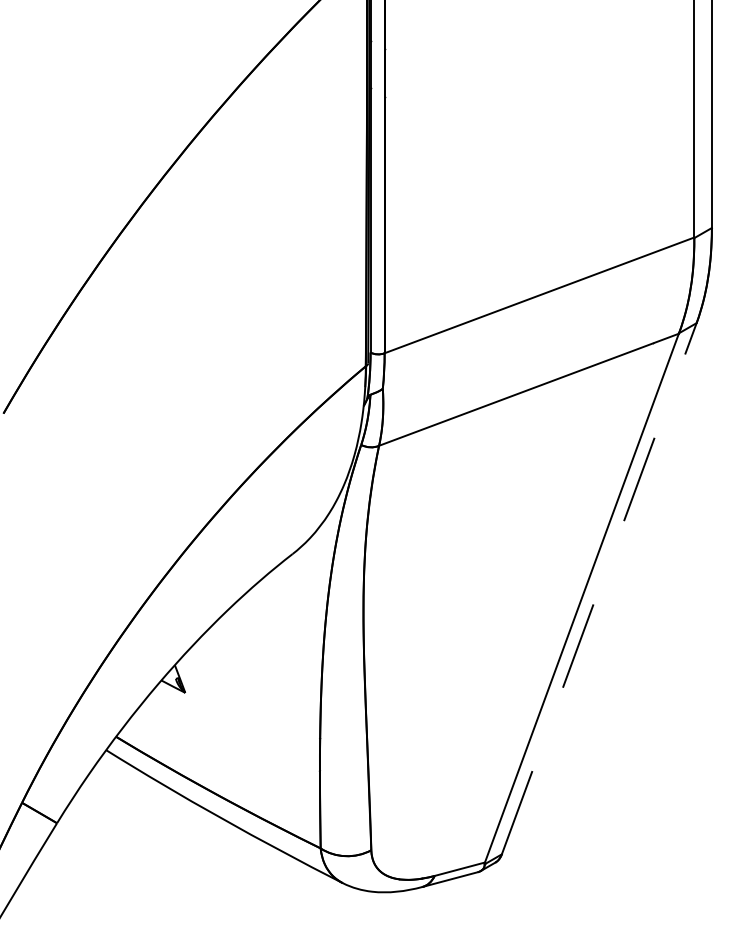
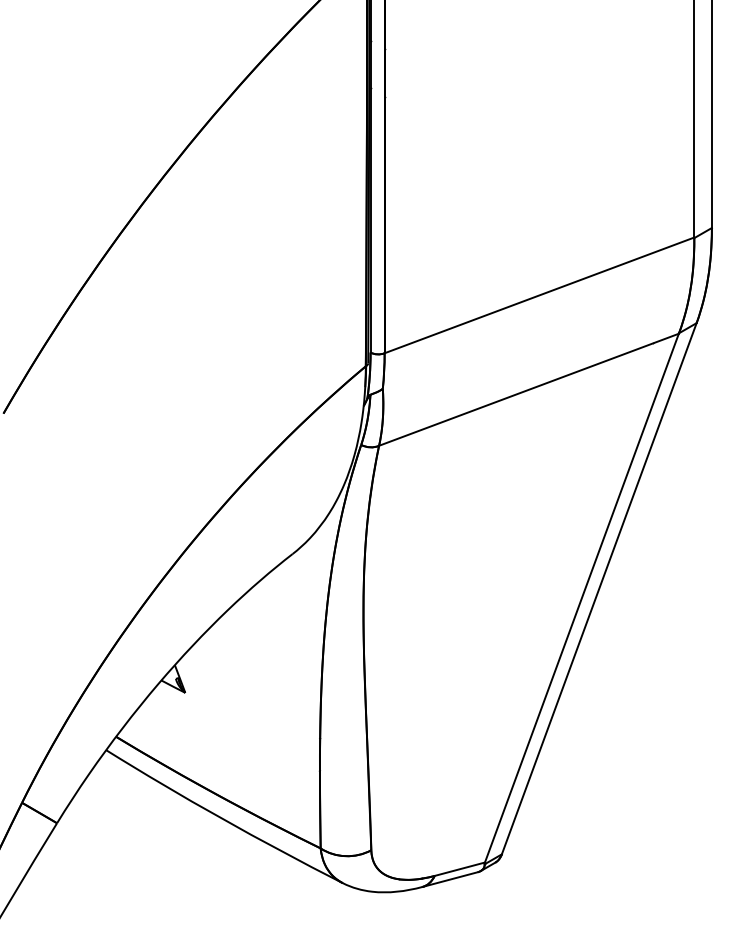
line at (599, 588): dashed -> solid
